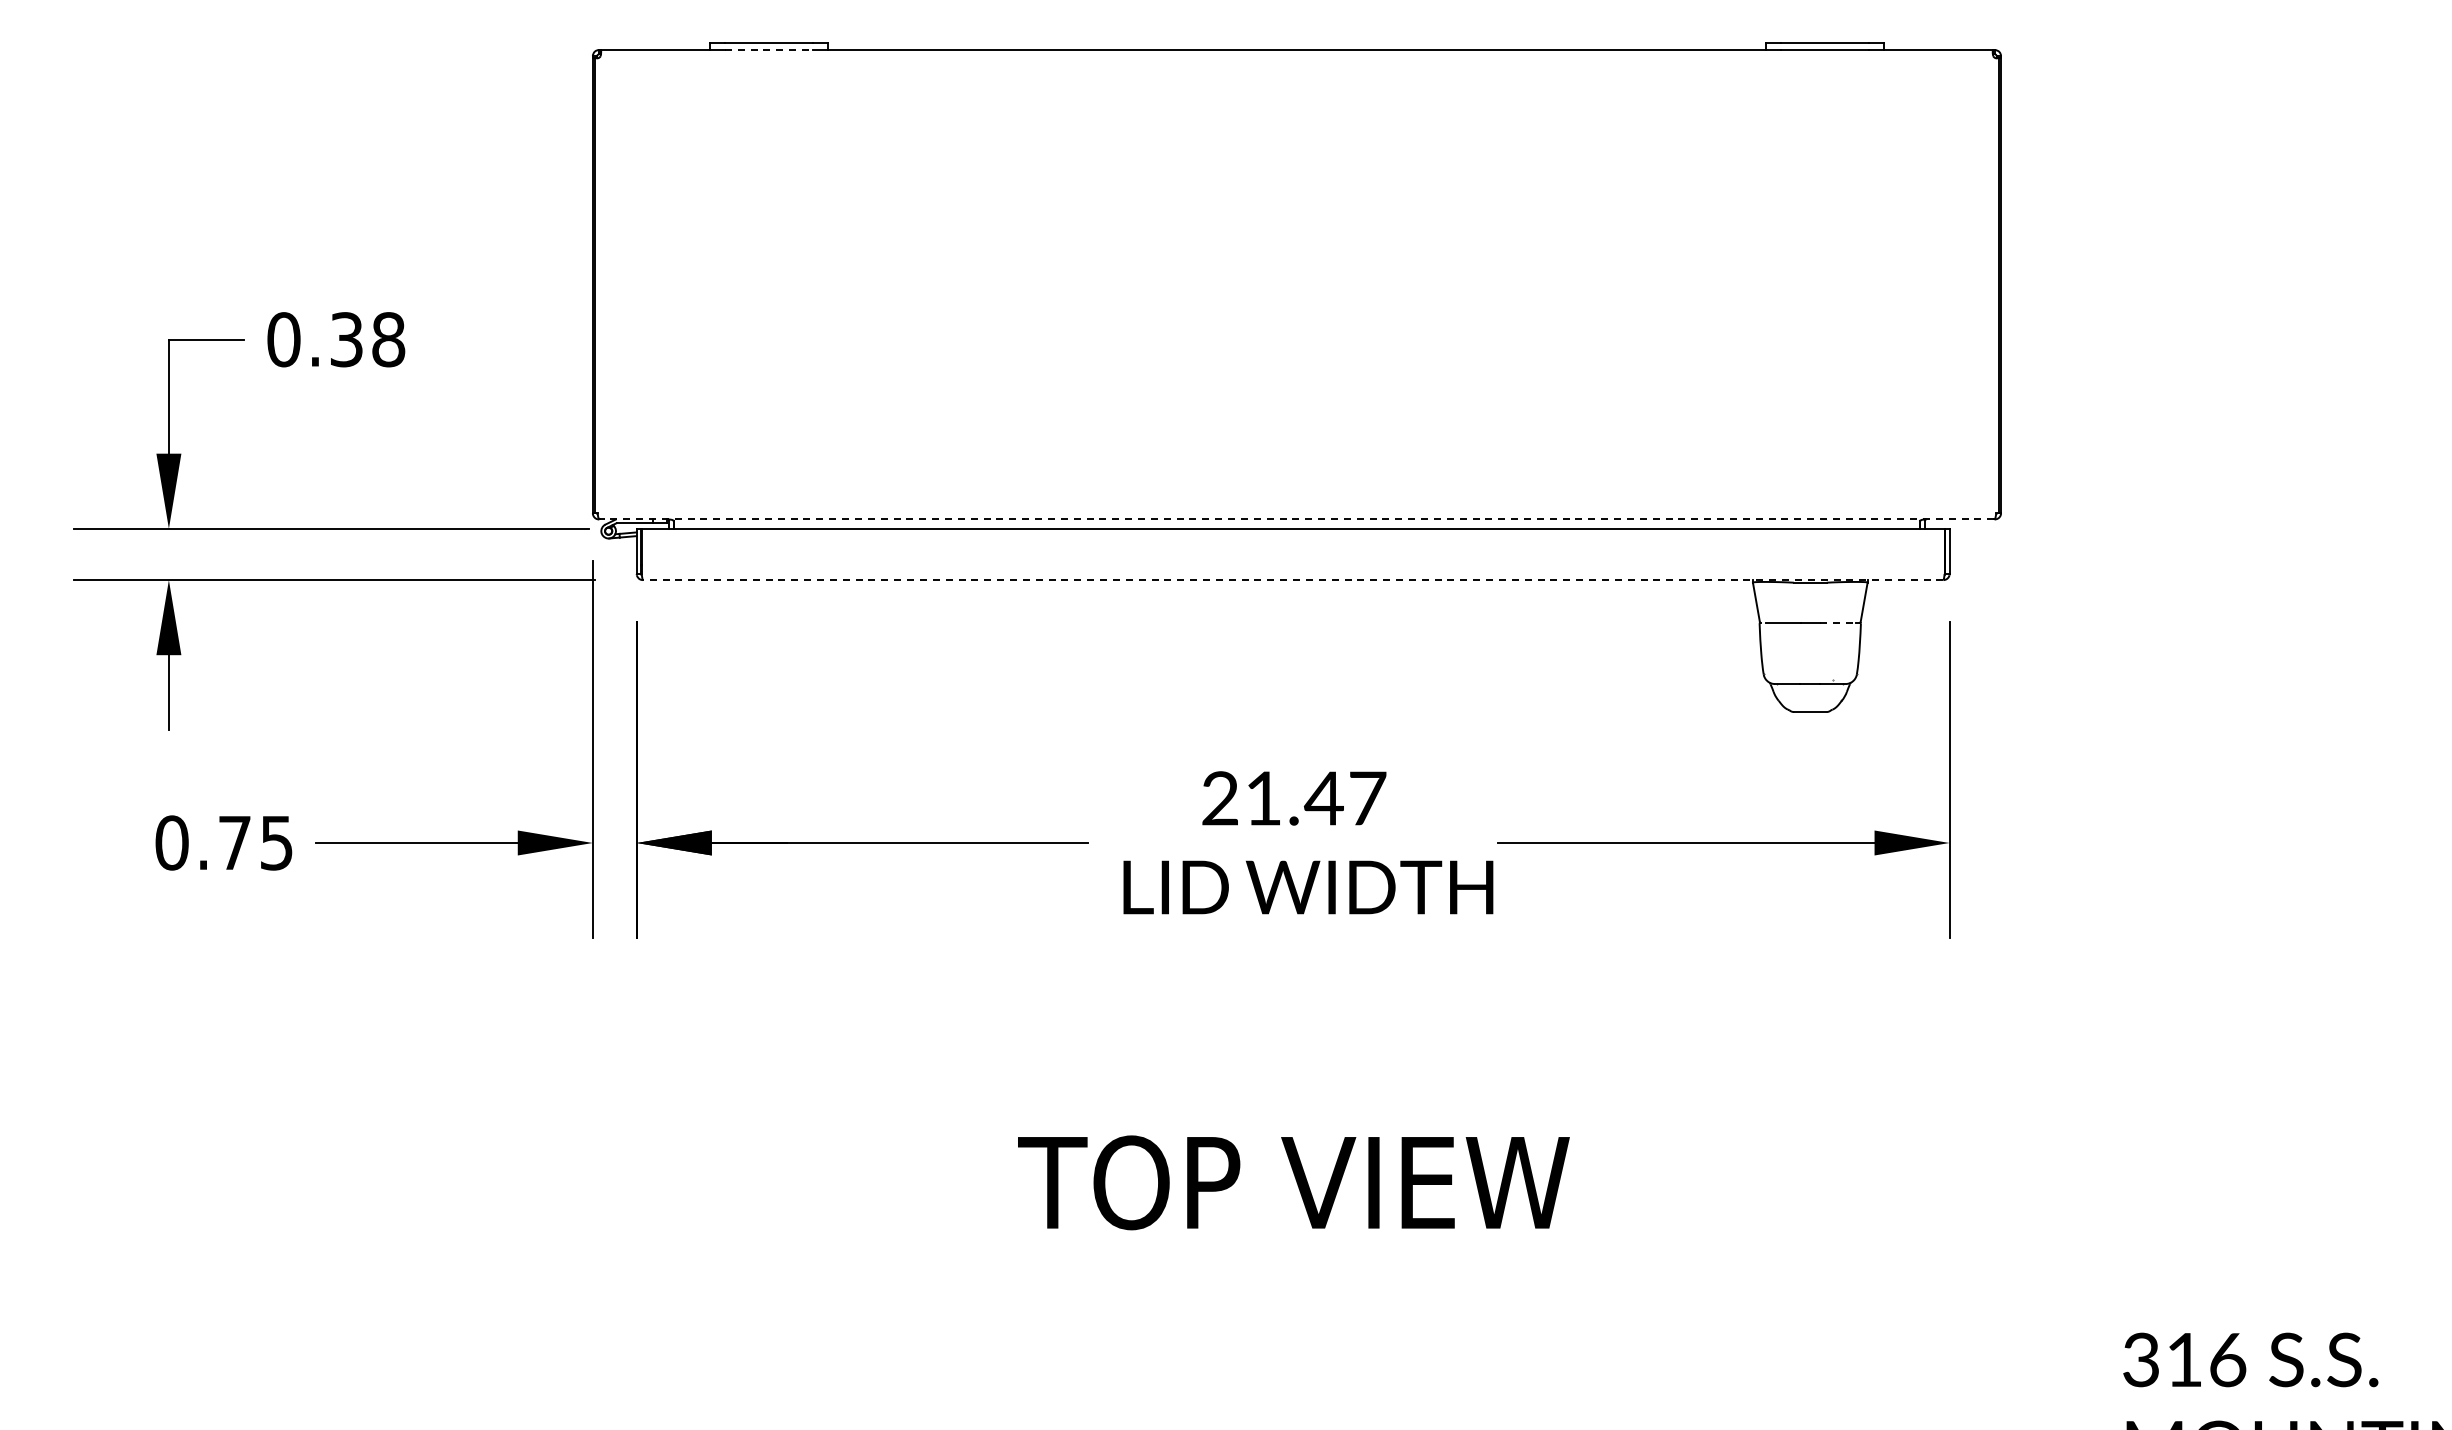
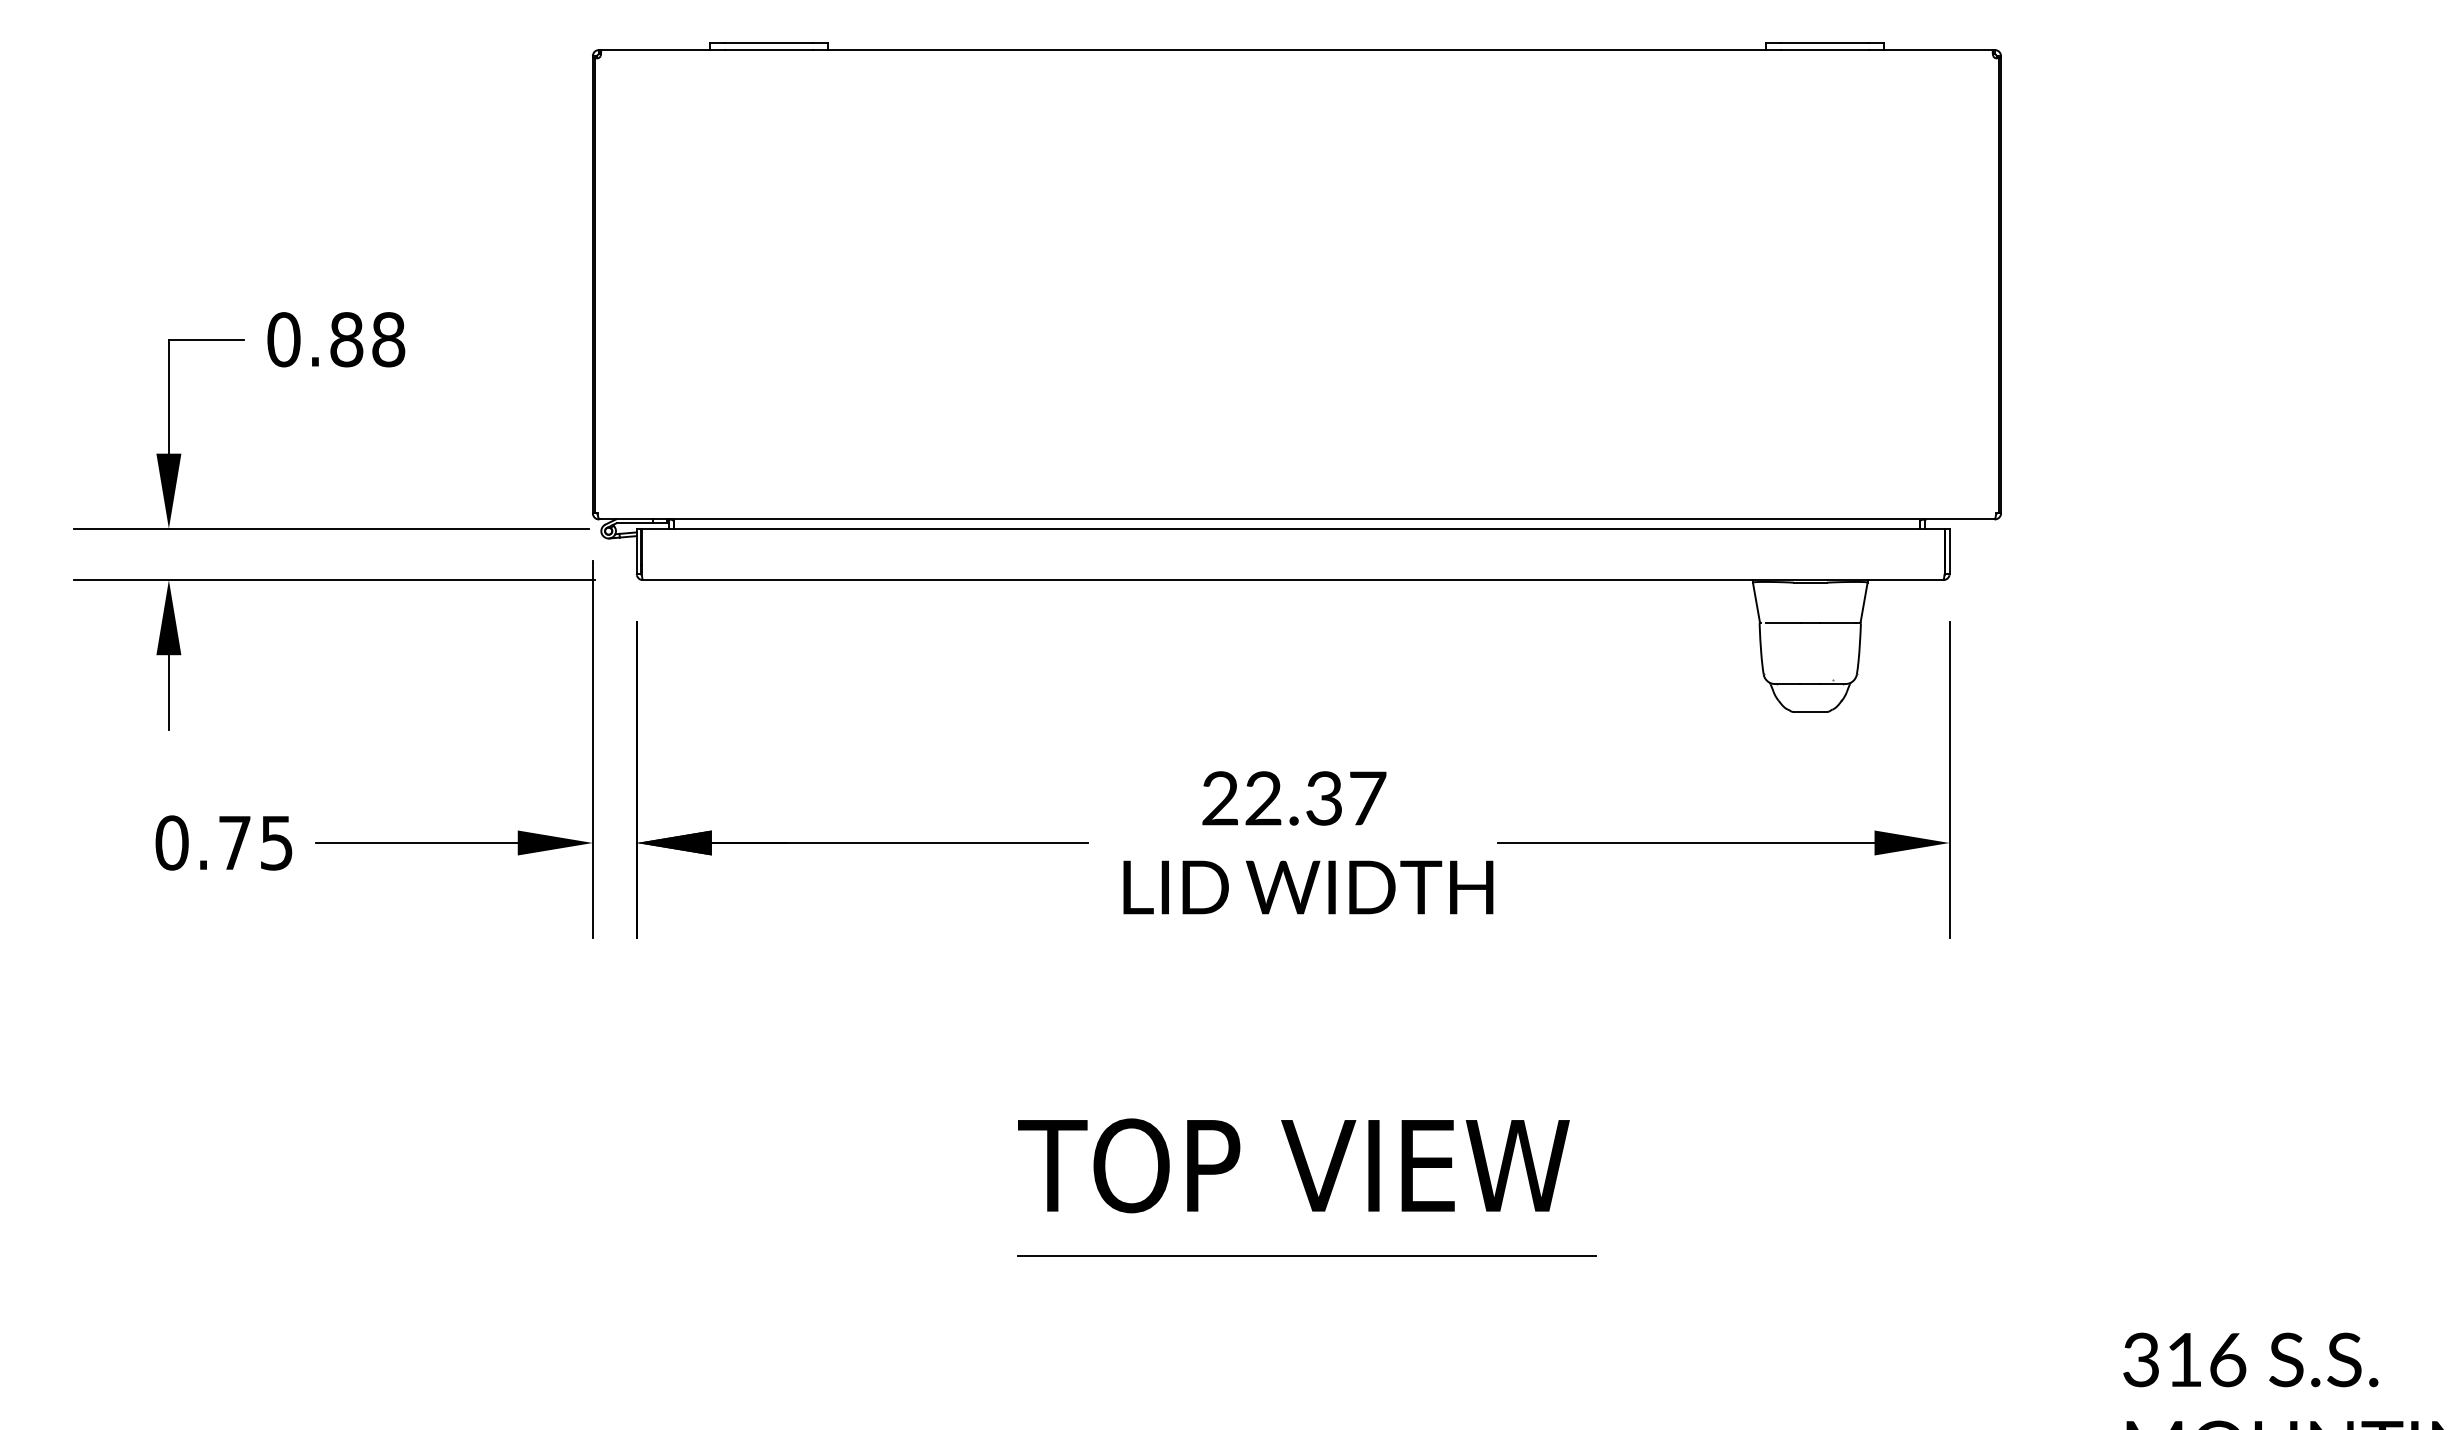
line at (769, 50): dashed -> solid
text at (346, 339): 0.38 -> 0.88
line at (1296, 519): dashed -> solid
line at (1292, 580): dashed -> solid
line at (1837, 622): dashed -> solid
text at (1294, 798): 21.47 -> 22.37
text at (1293, 1182) position: (1293, 1182) -> (1293, 1165)
line at (1306, 1256): none -> present
